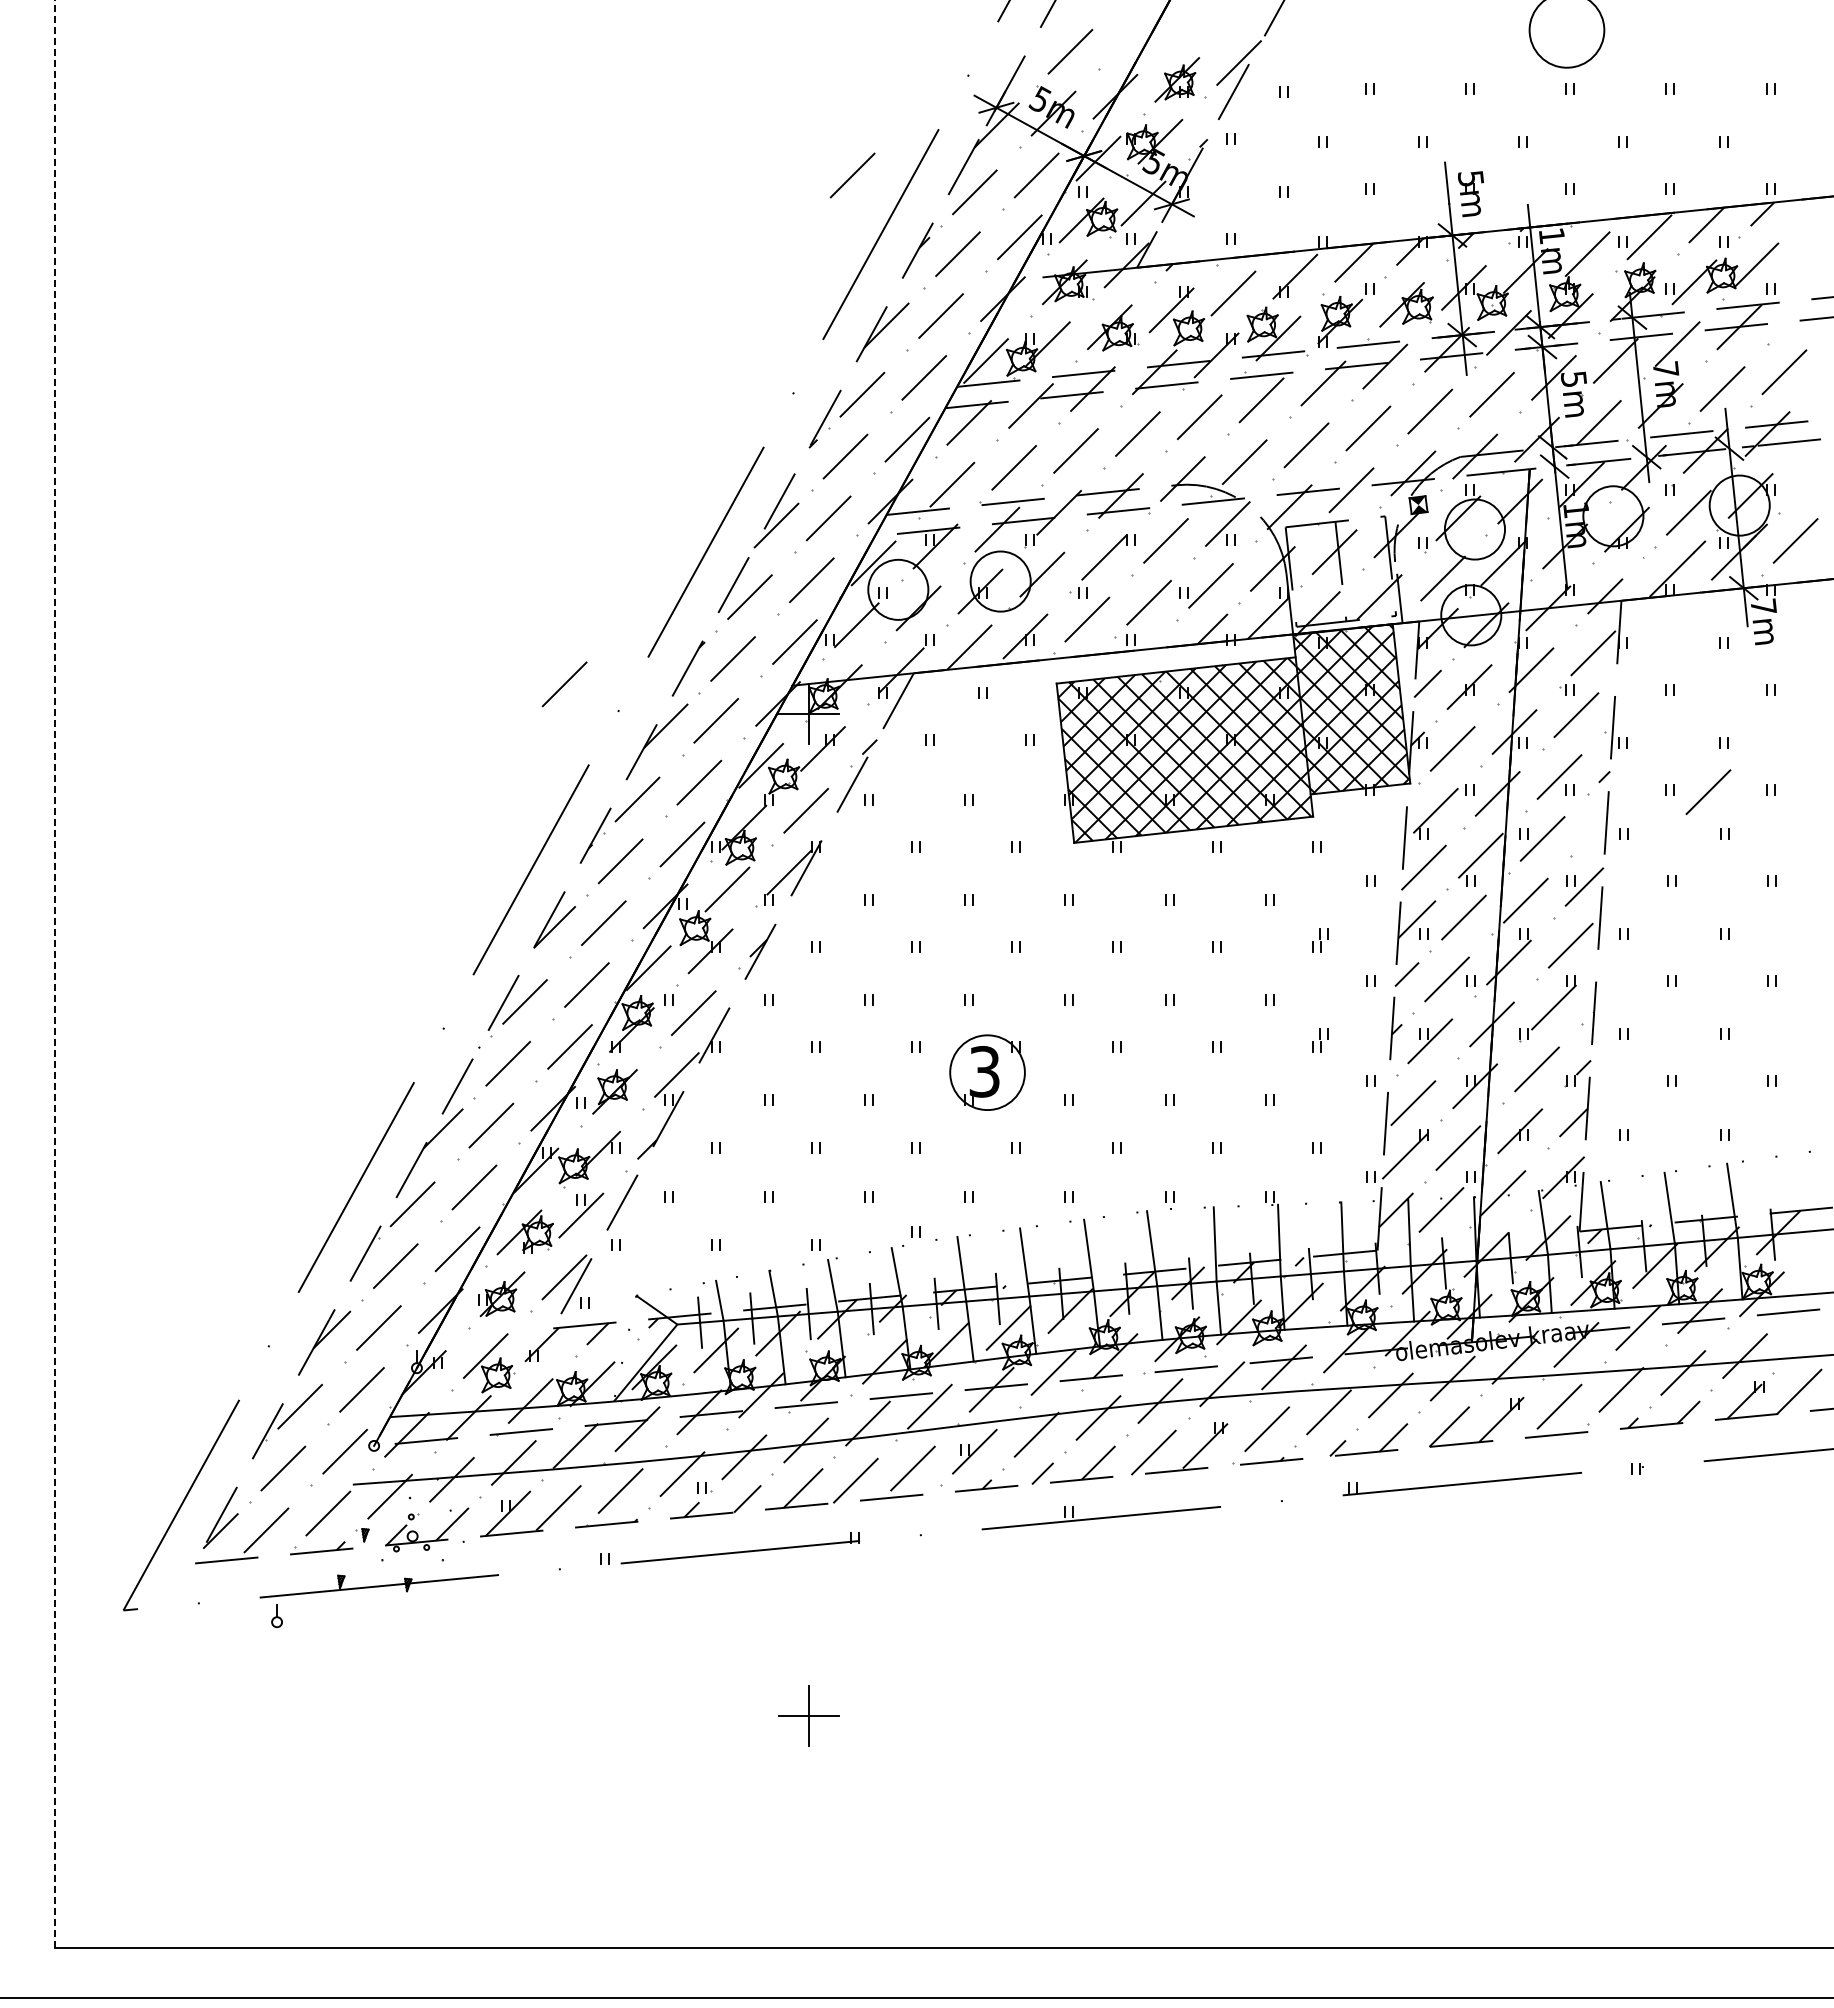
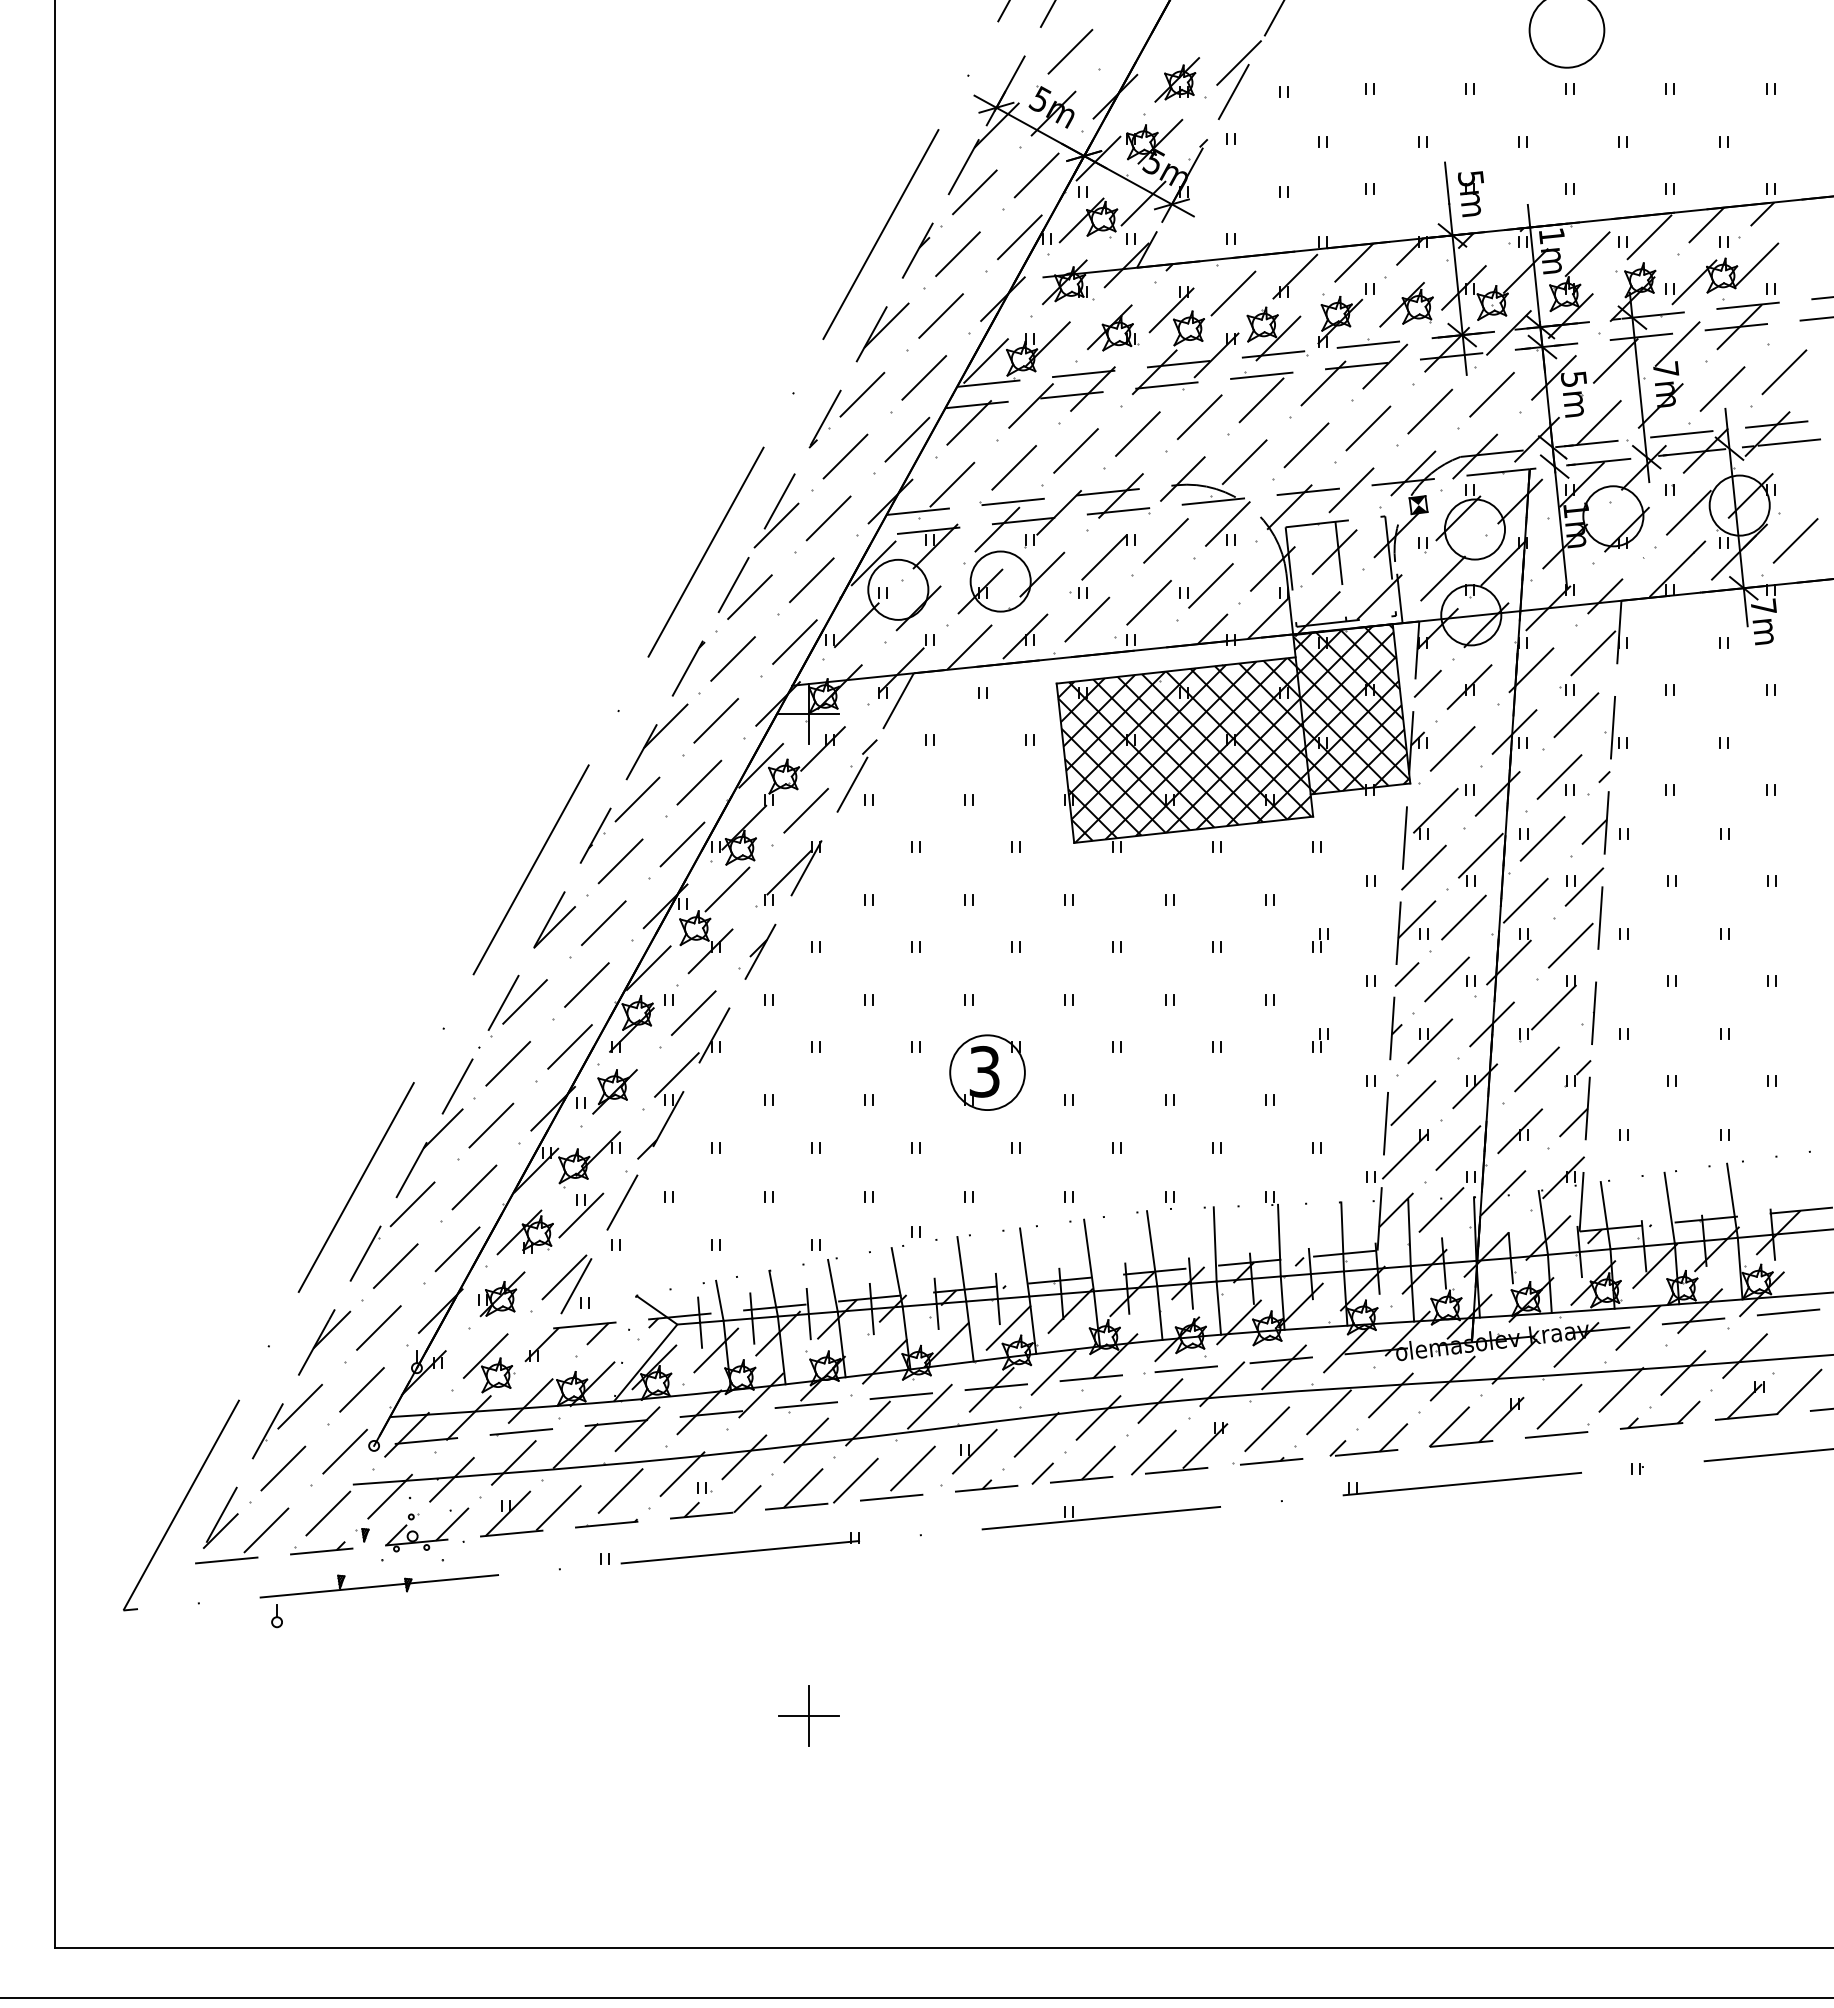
line at (852, 175): present -> none
line at (564, 684): present -> none
line at (1708, 792): present -> none
line at (1594, 831): none -> present
line at (55, 973): dashed -> solid
